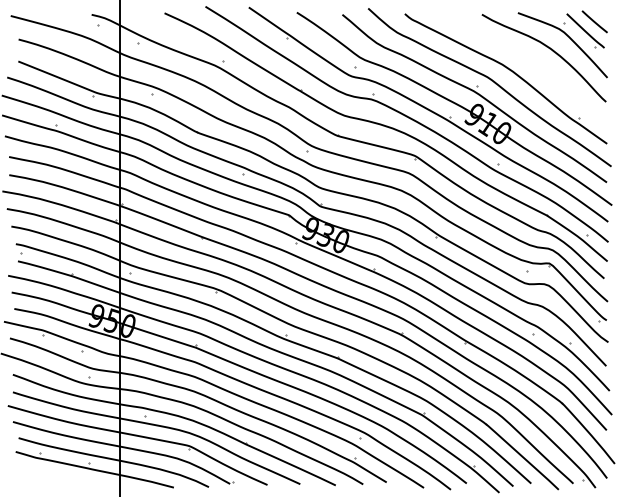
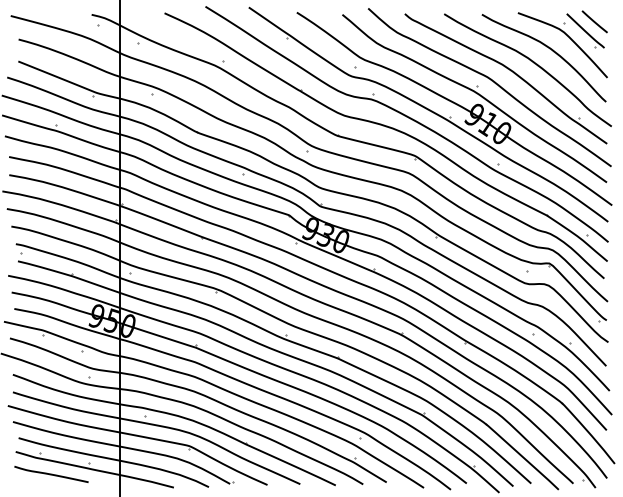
curve at (533, 63): none -> present
line at (51, 474): none -> present
